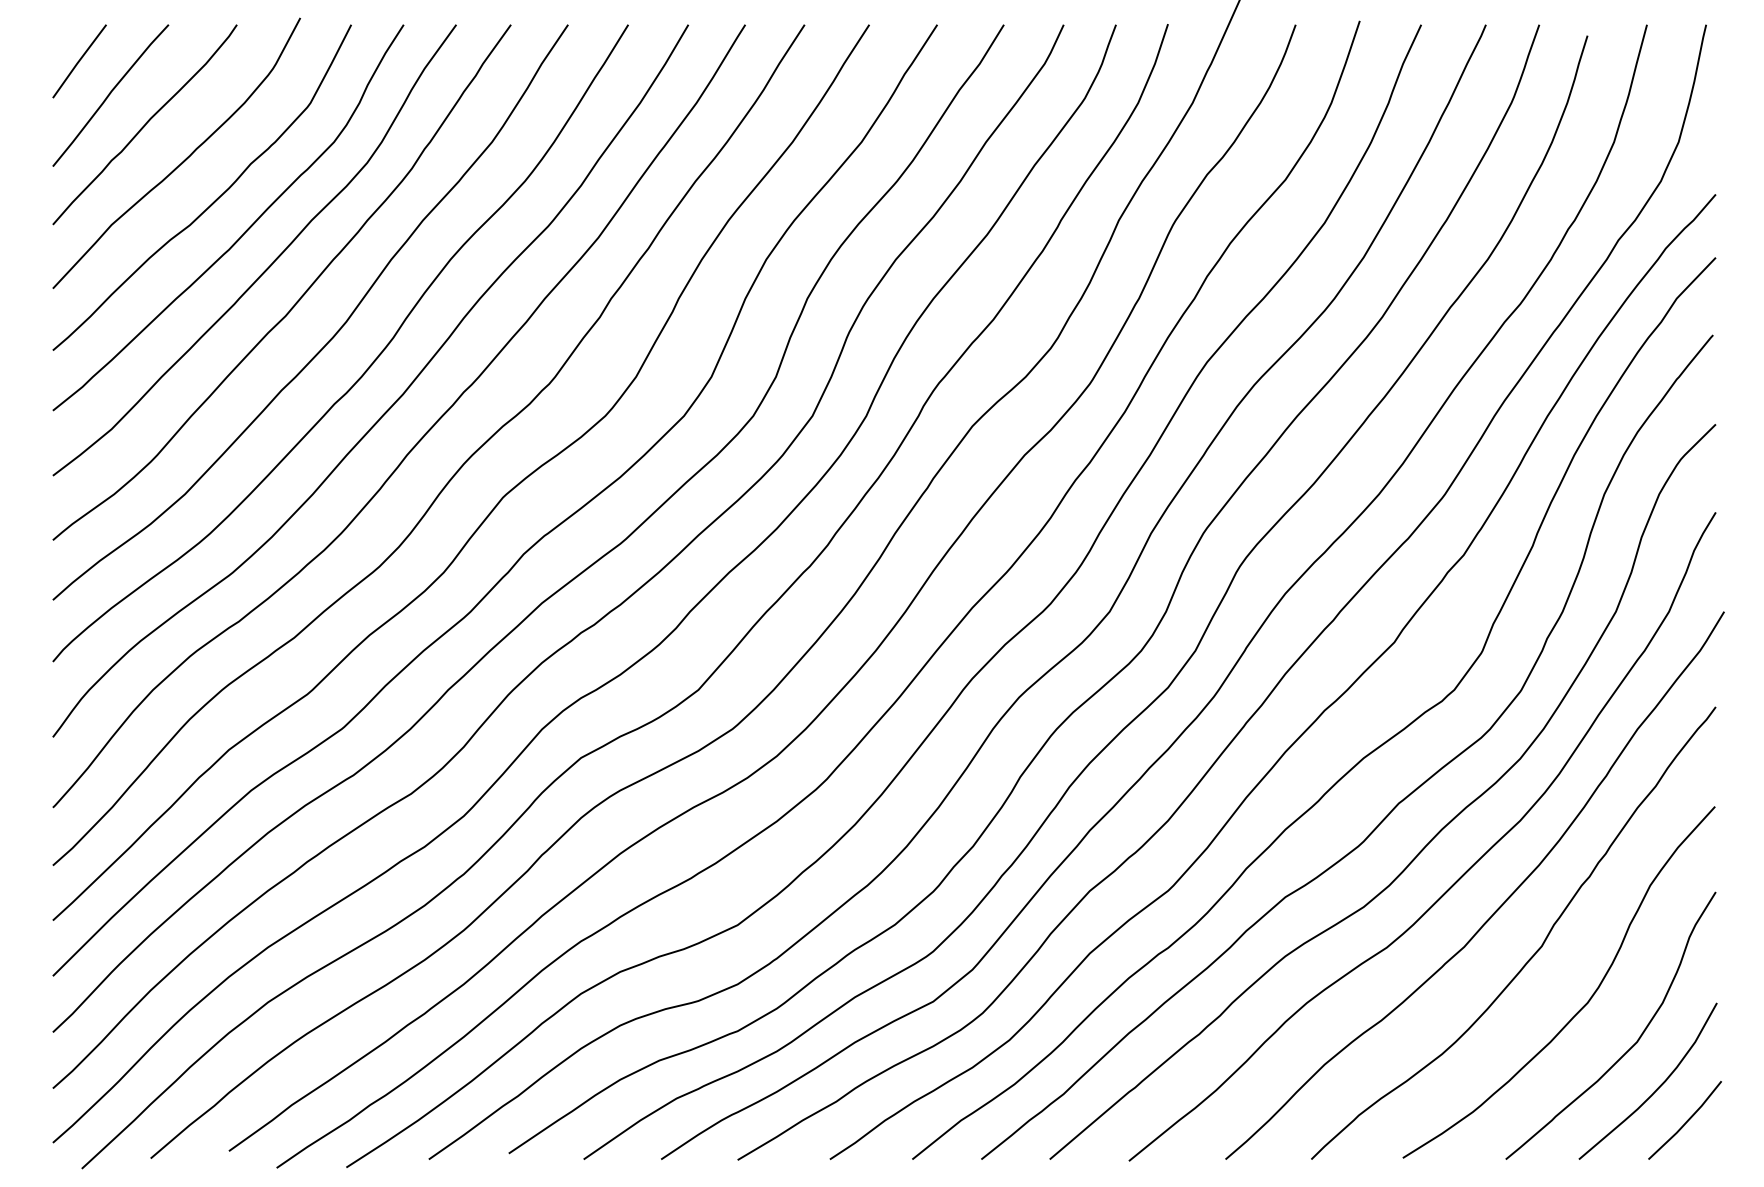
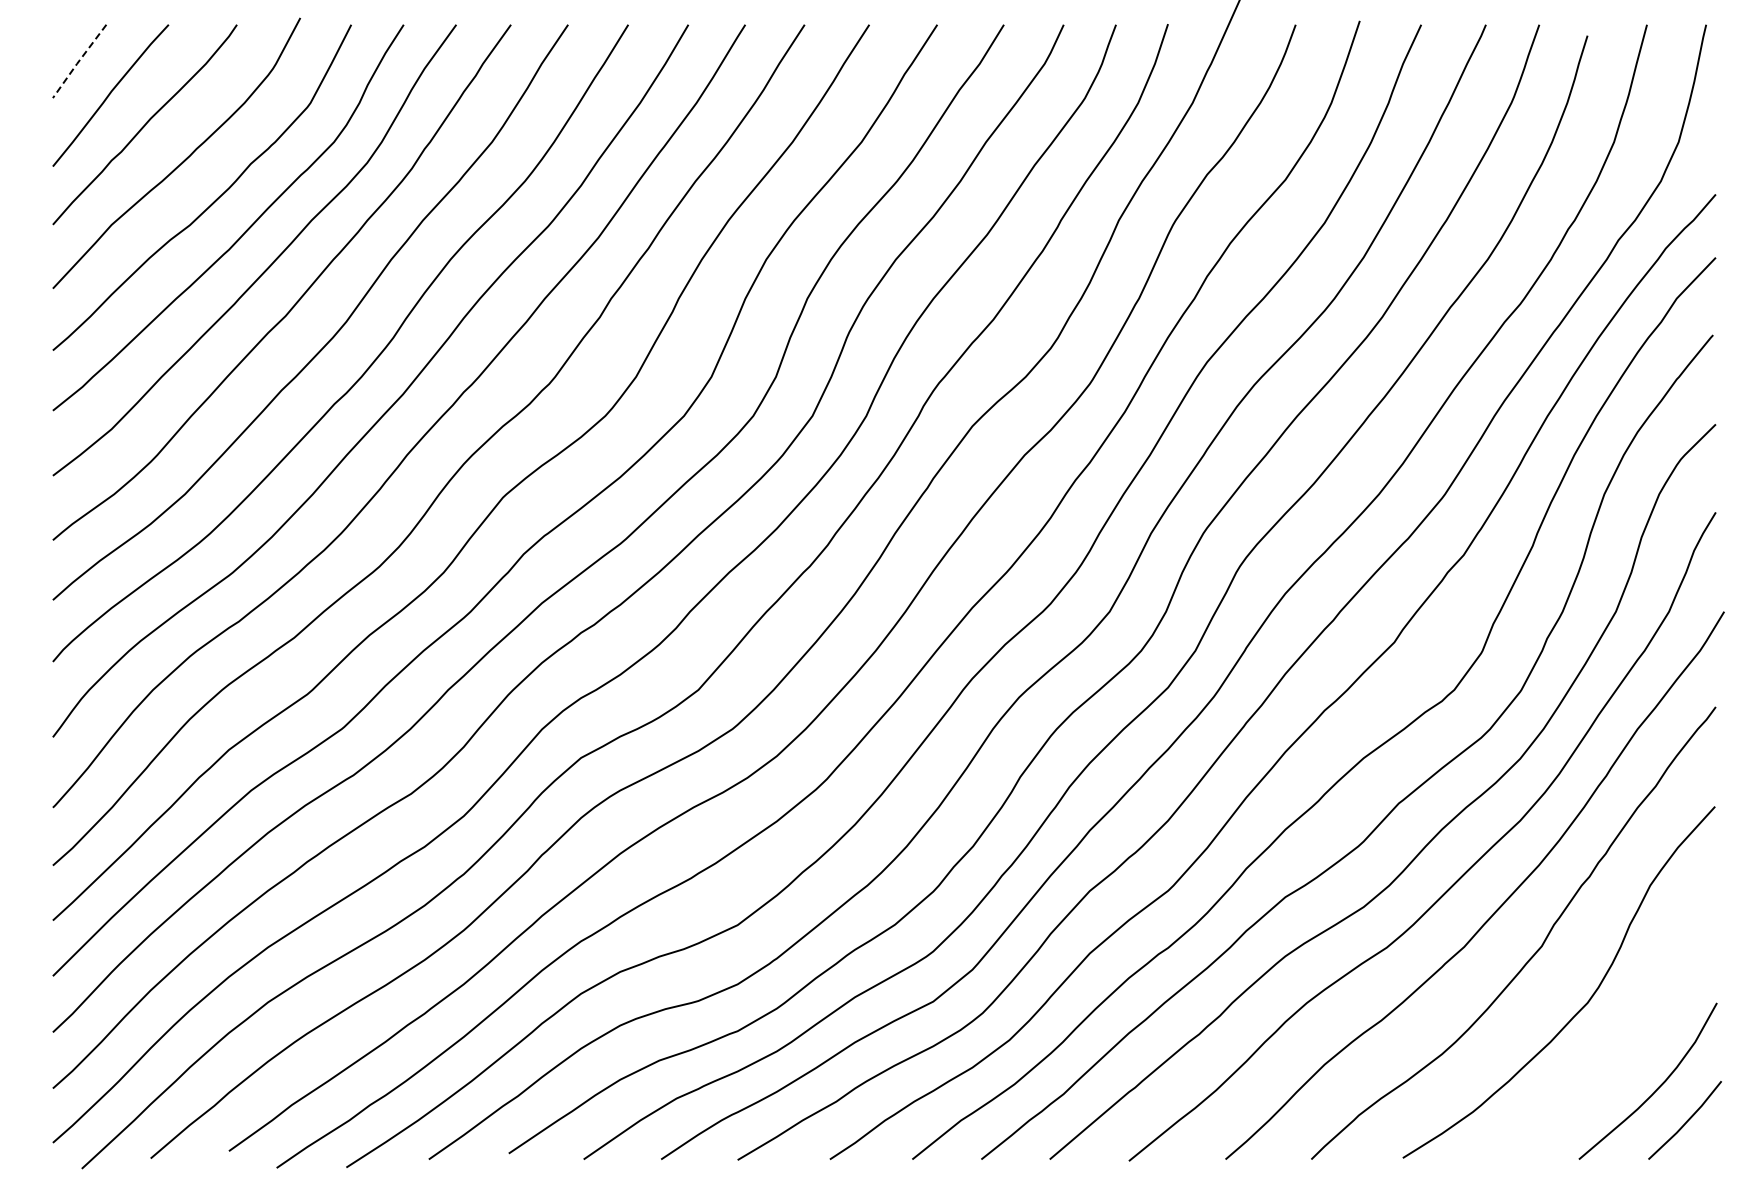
line at (78, 61): solid -> dashed
curve at (1631, 1046): present -> none
